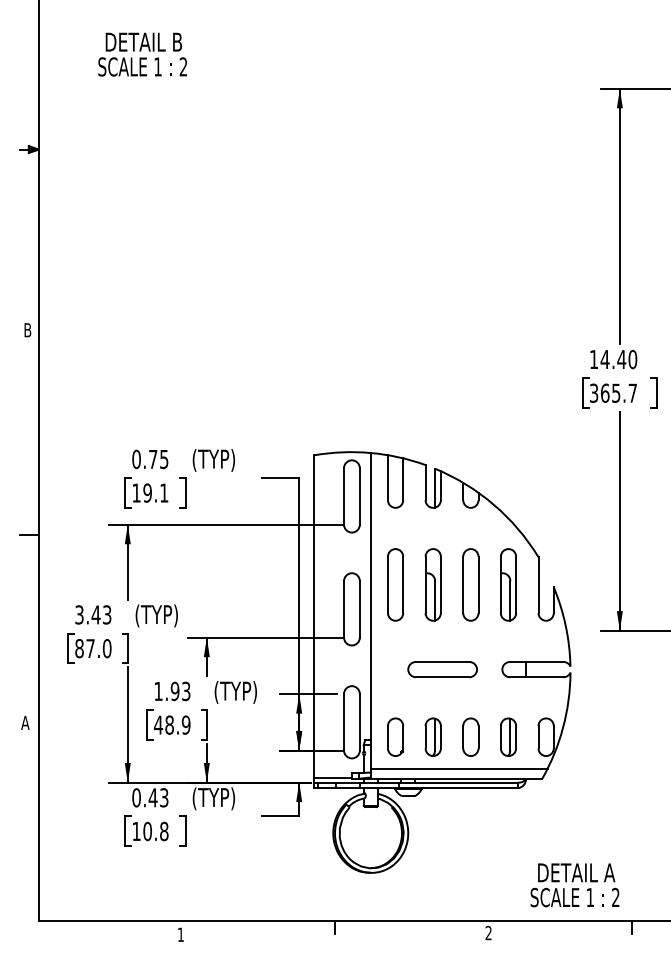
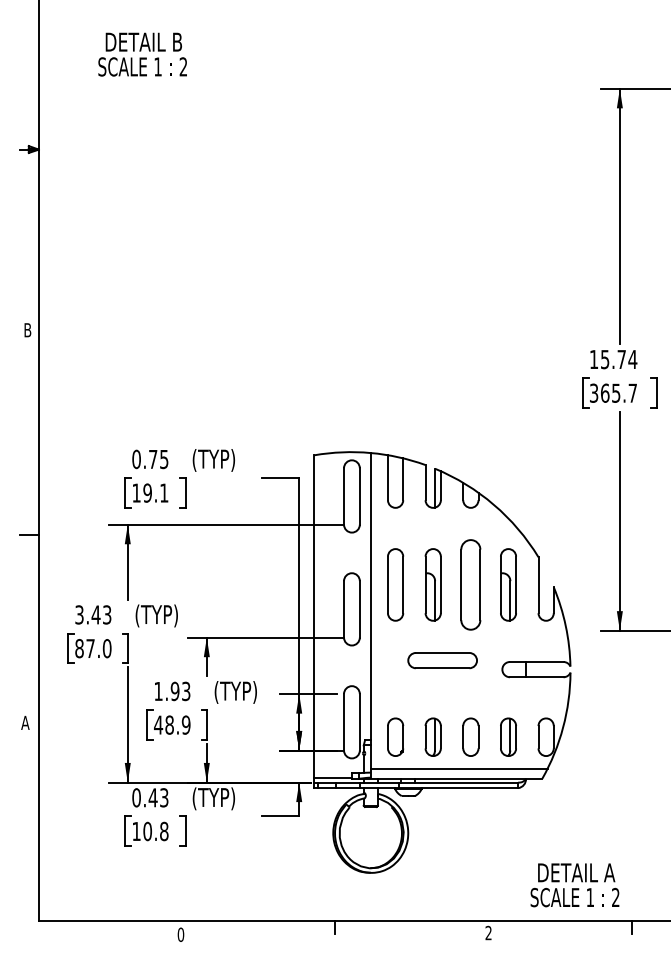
text at (618, 359): 14.40 -> 15.74
part at (470, 584) size: 18x74 px -> 22x92 px
part at (442, 669) position: (442, 669) -> (442, 660)
text at (180, 934): 1 -> 0
